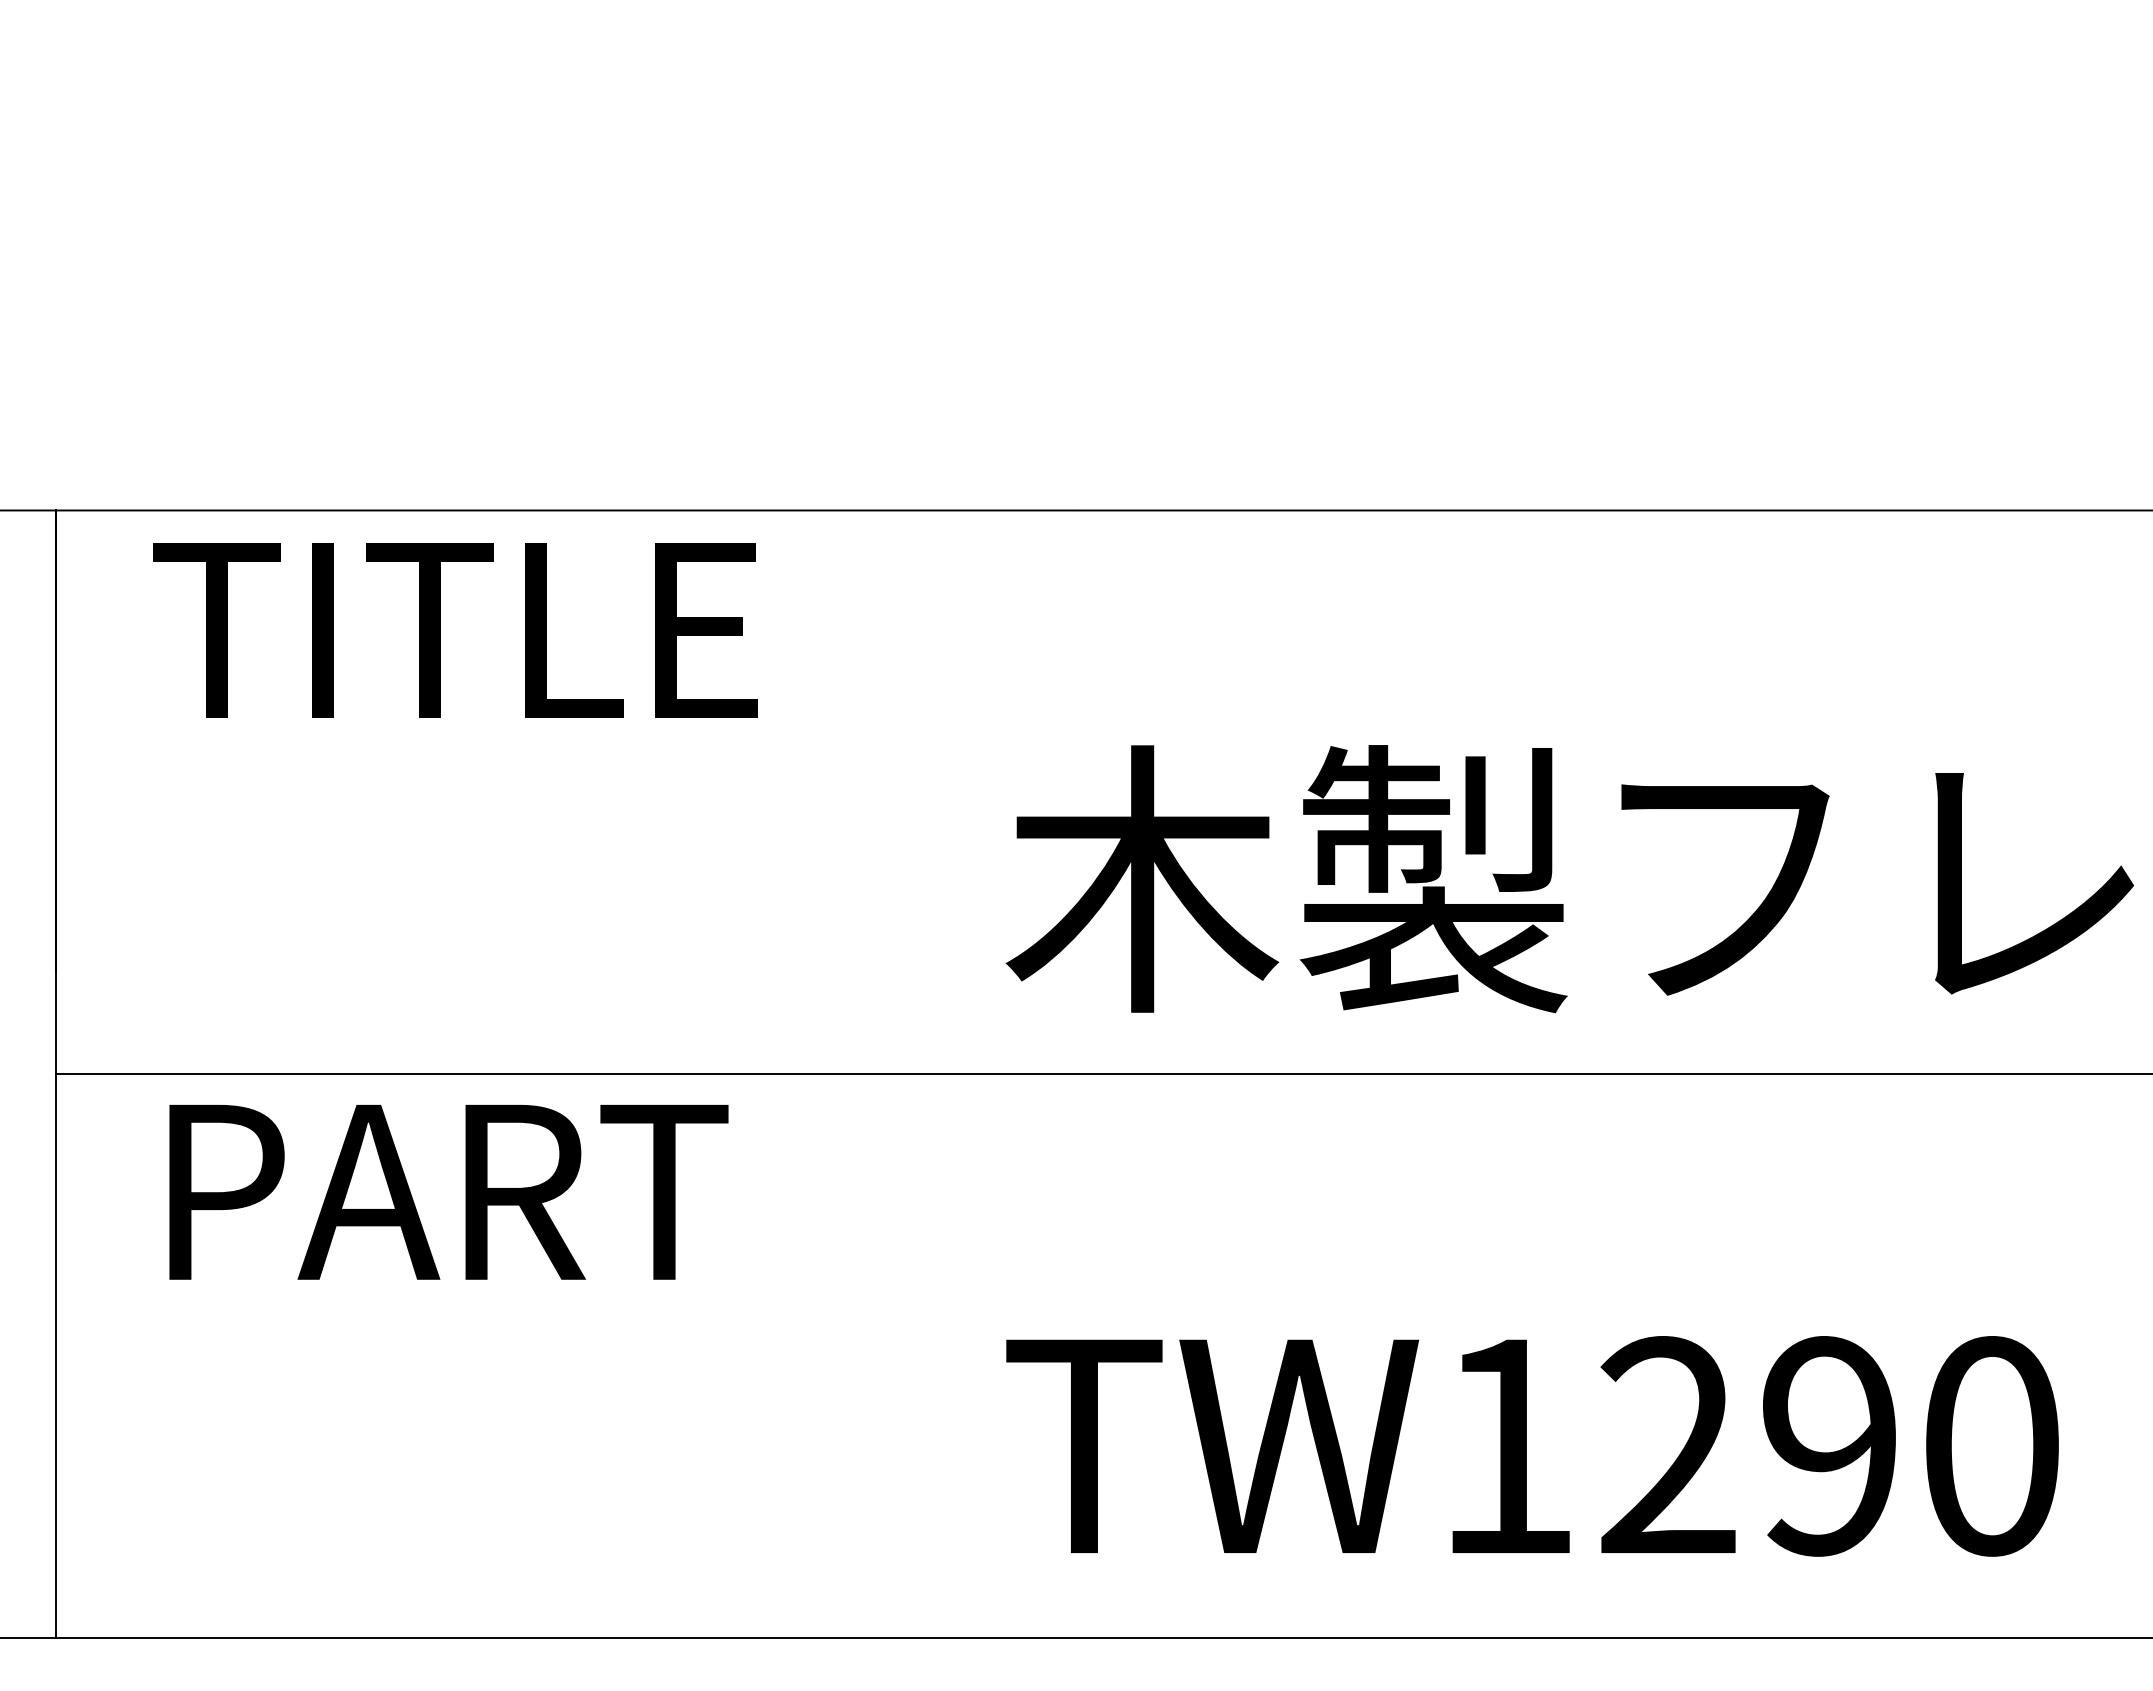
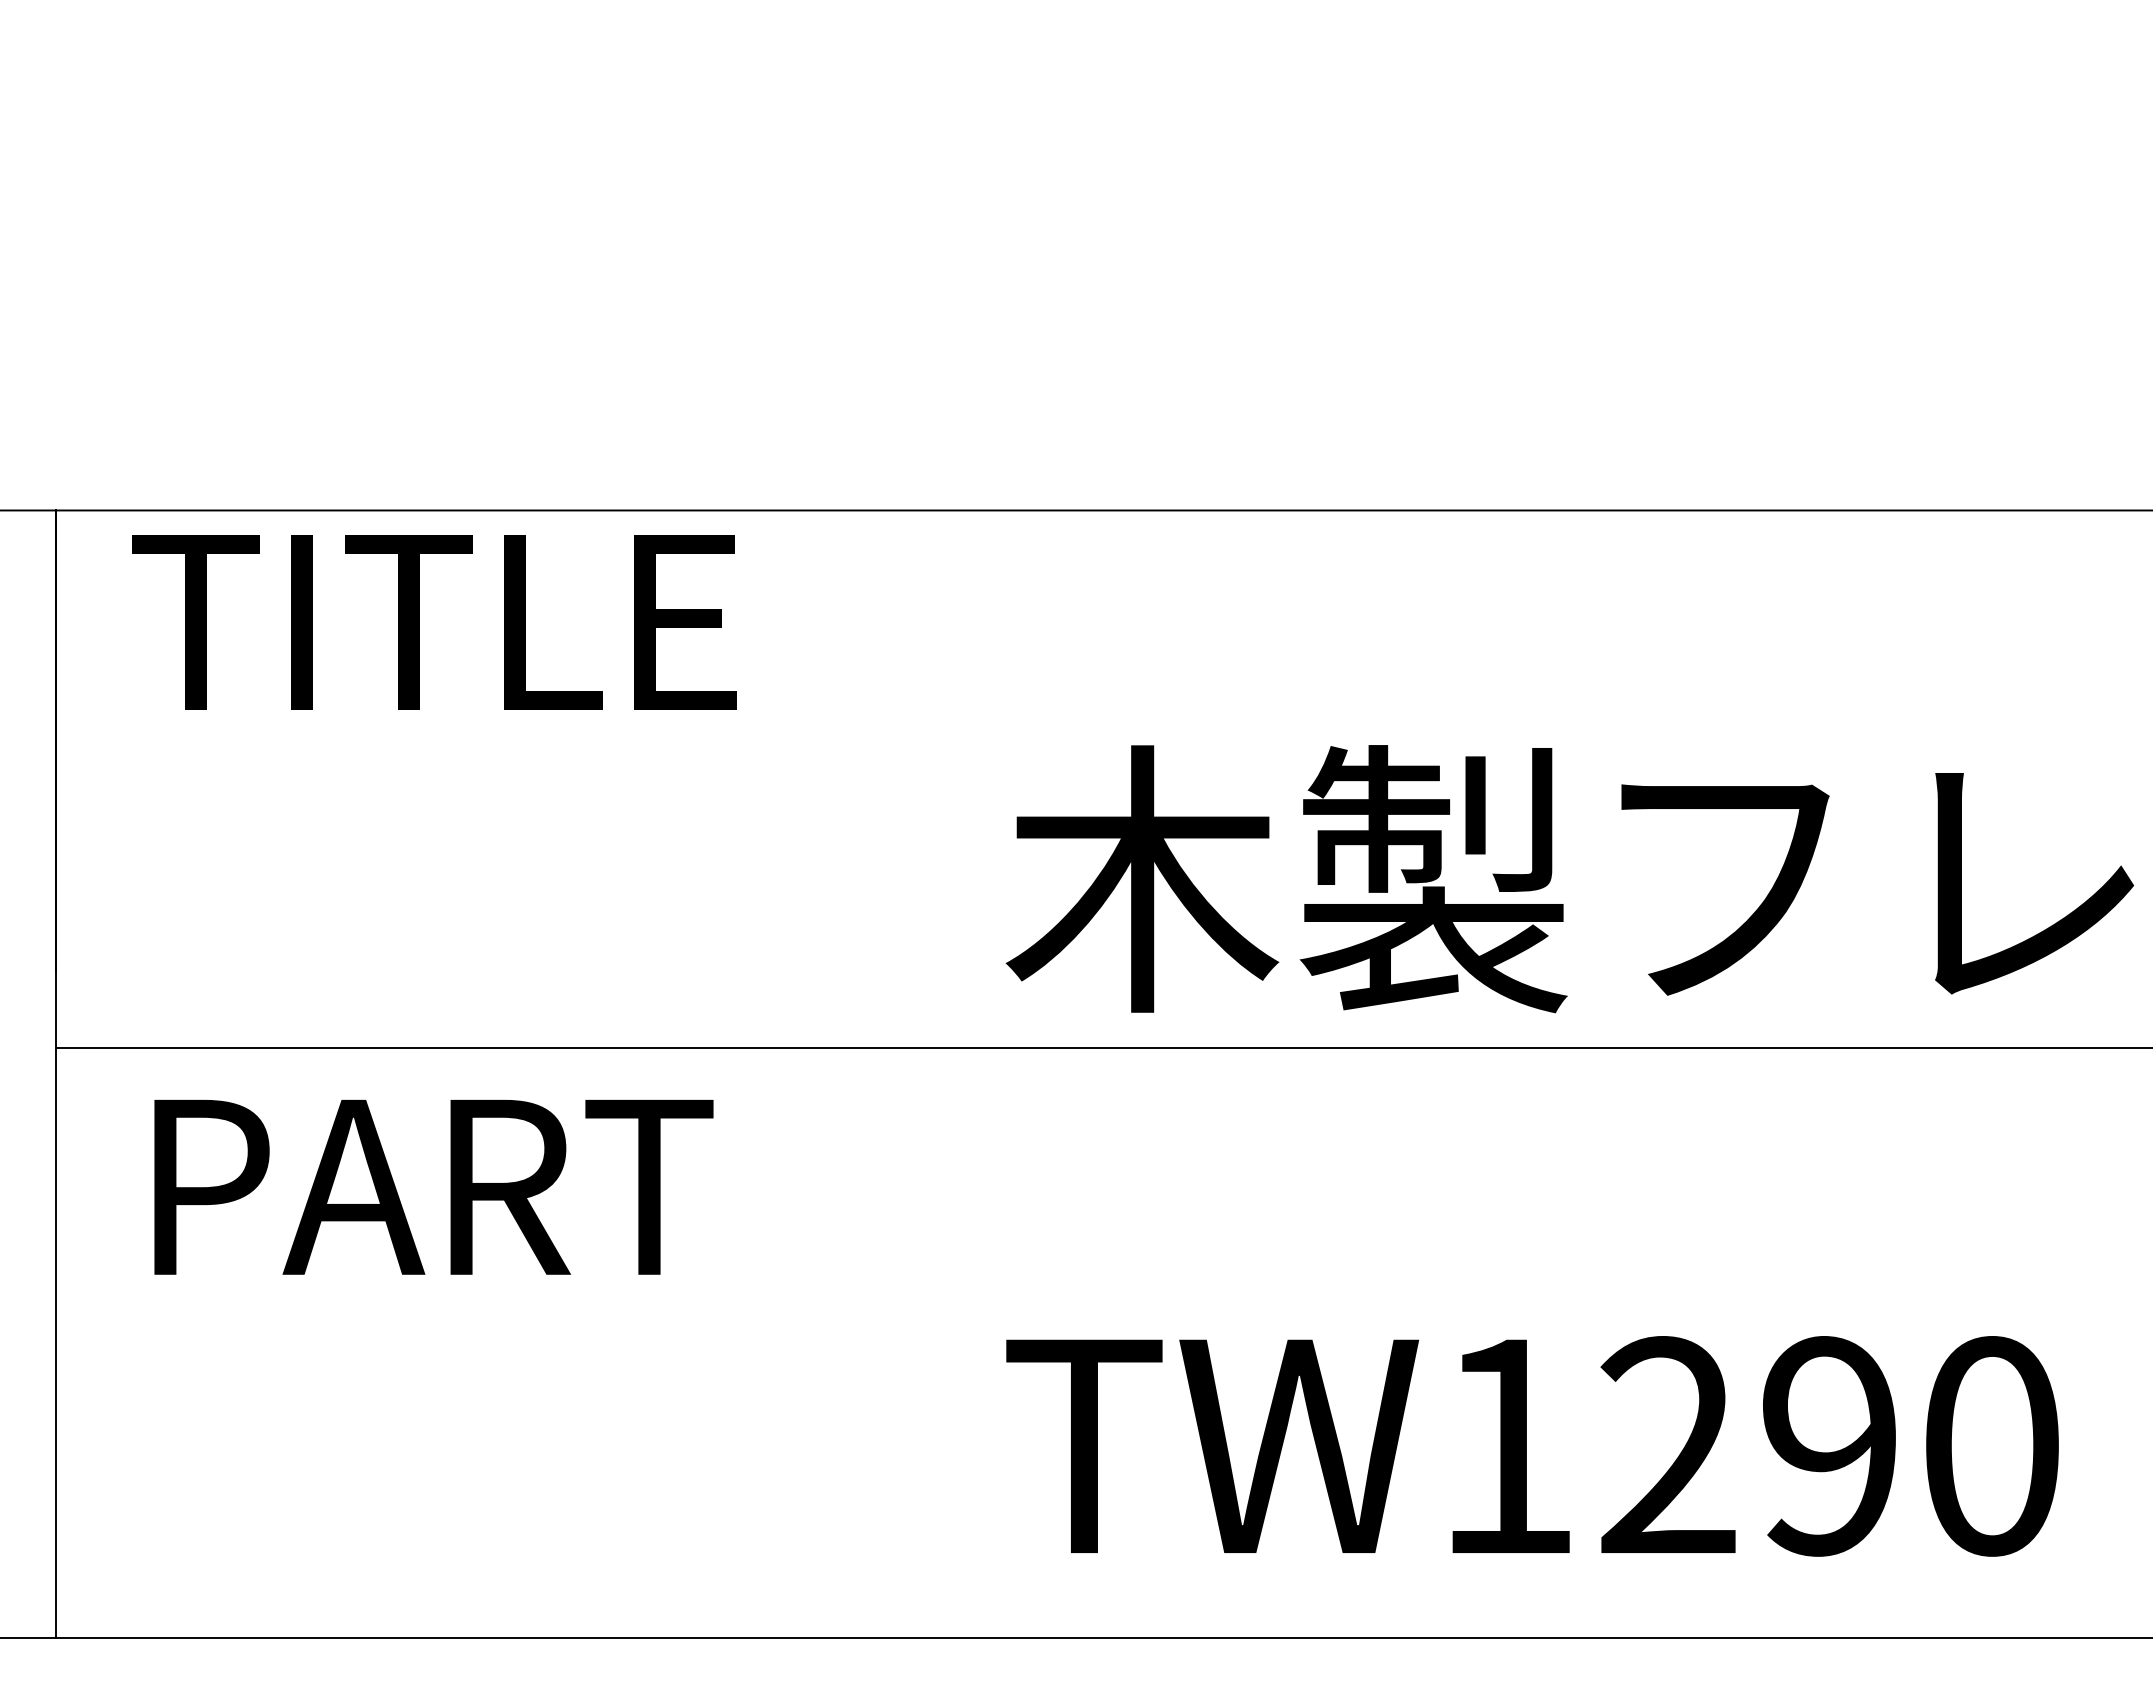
text at (455, 630) position: (455, 630) -> (434, 622)
line at (1102, 1074) position: (1102, 1074) -> (1102, 1048)
text at (448, 1191) position: (448, 1191) -> (433, 1186)
